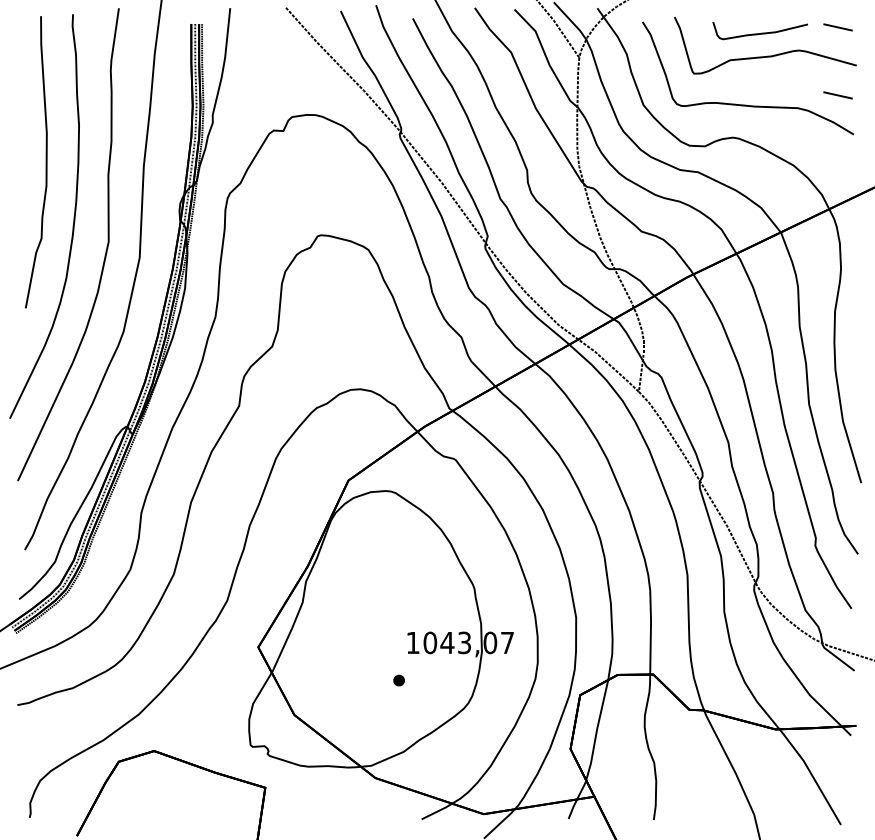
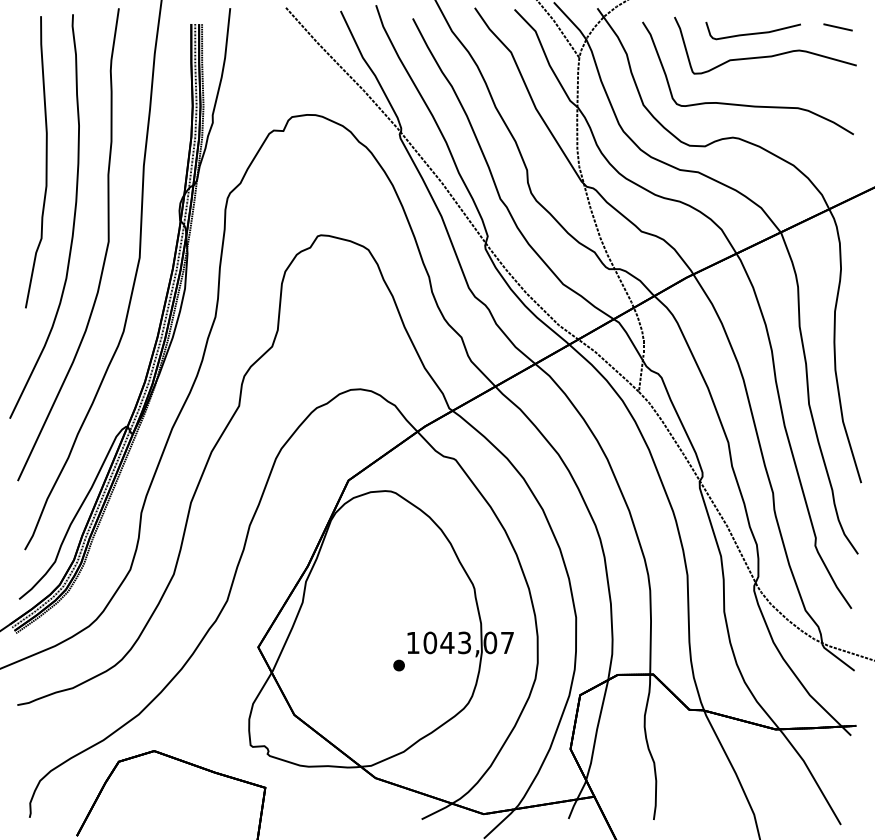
curve at (761, 32) position: (761, 32) -> (754, 32)
line at (837, 95): present -> none
part at (398, 680) position: (398, 680) -> (398, 665)
